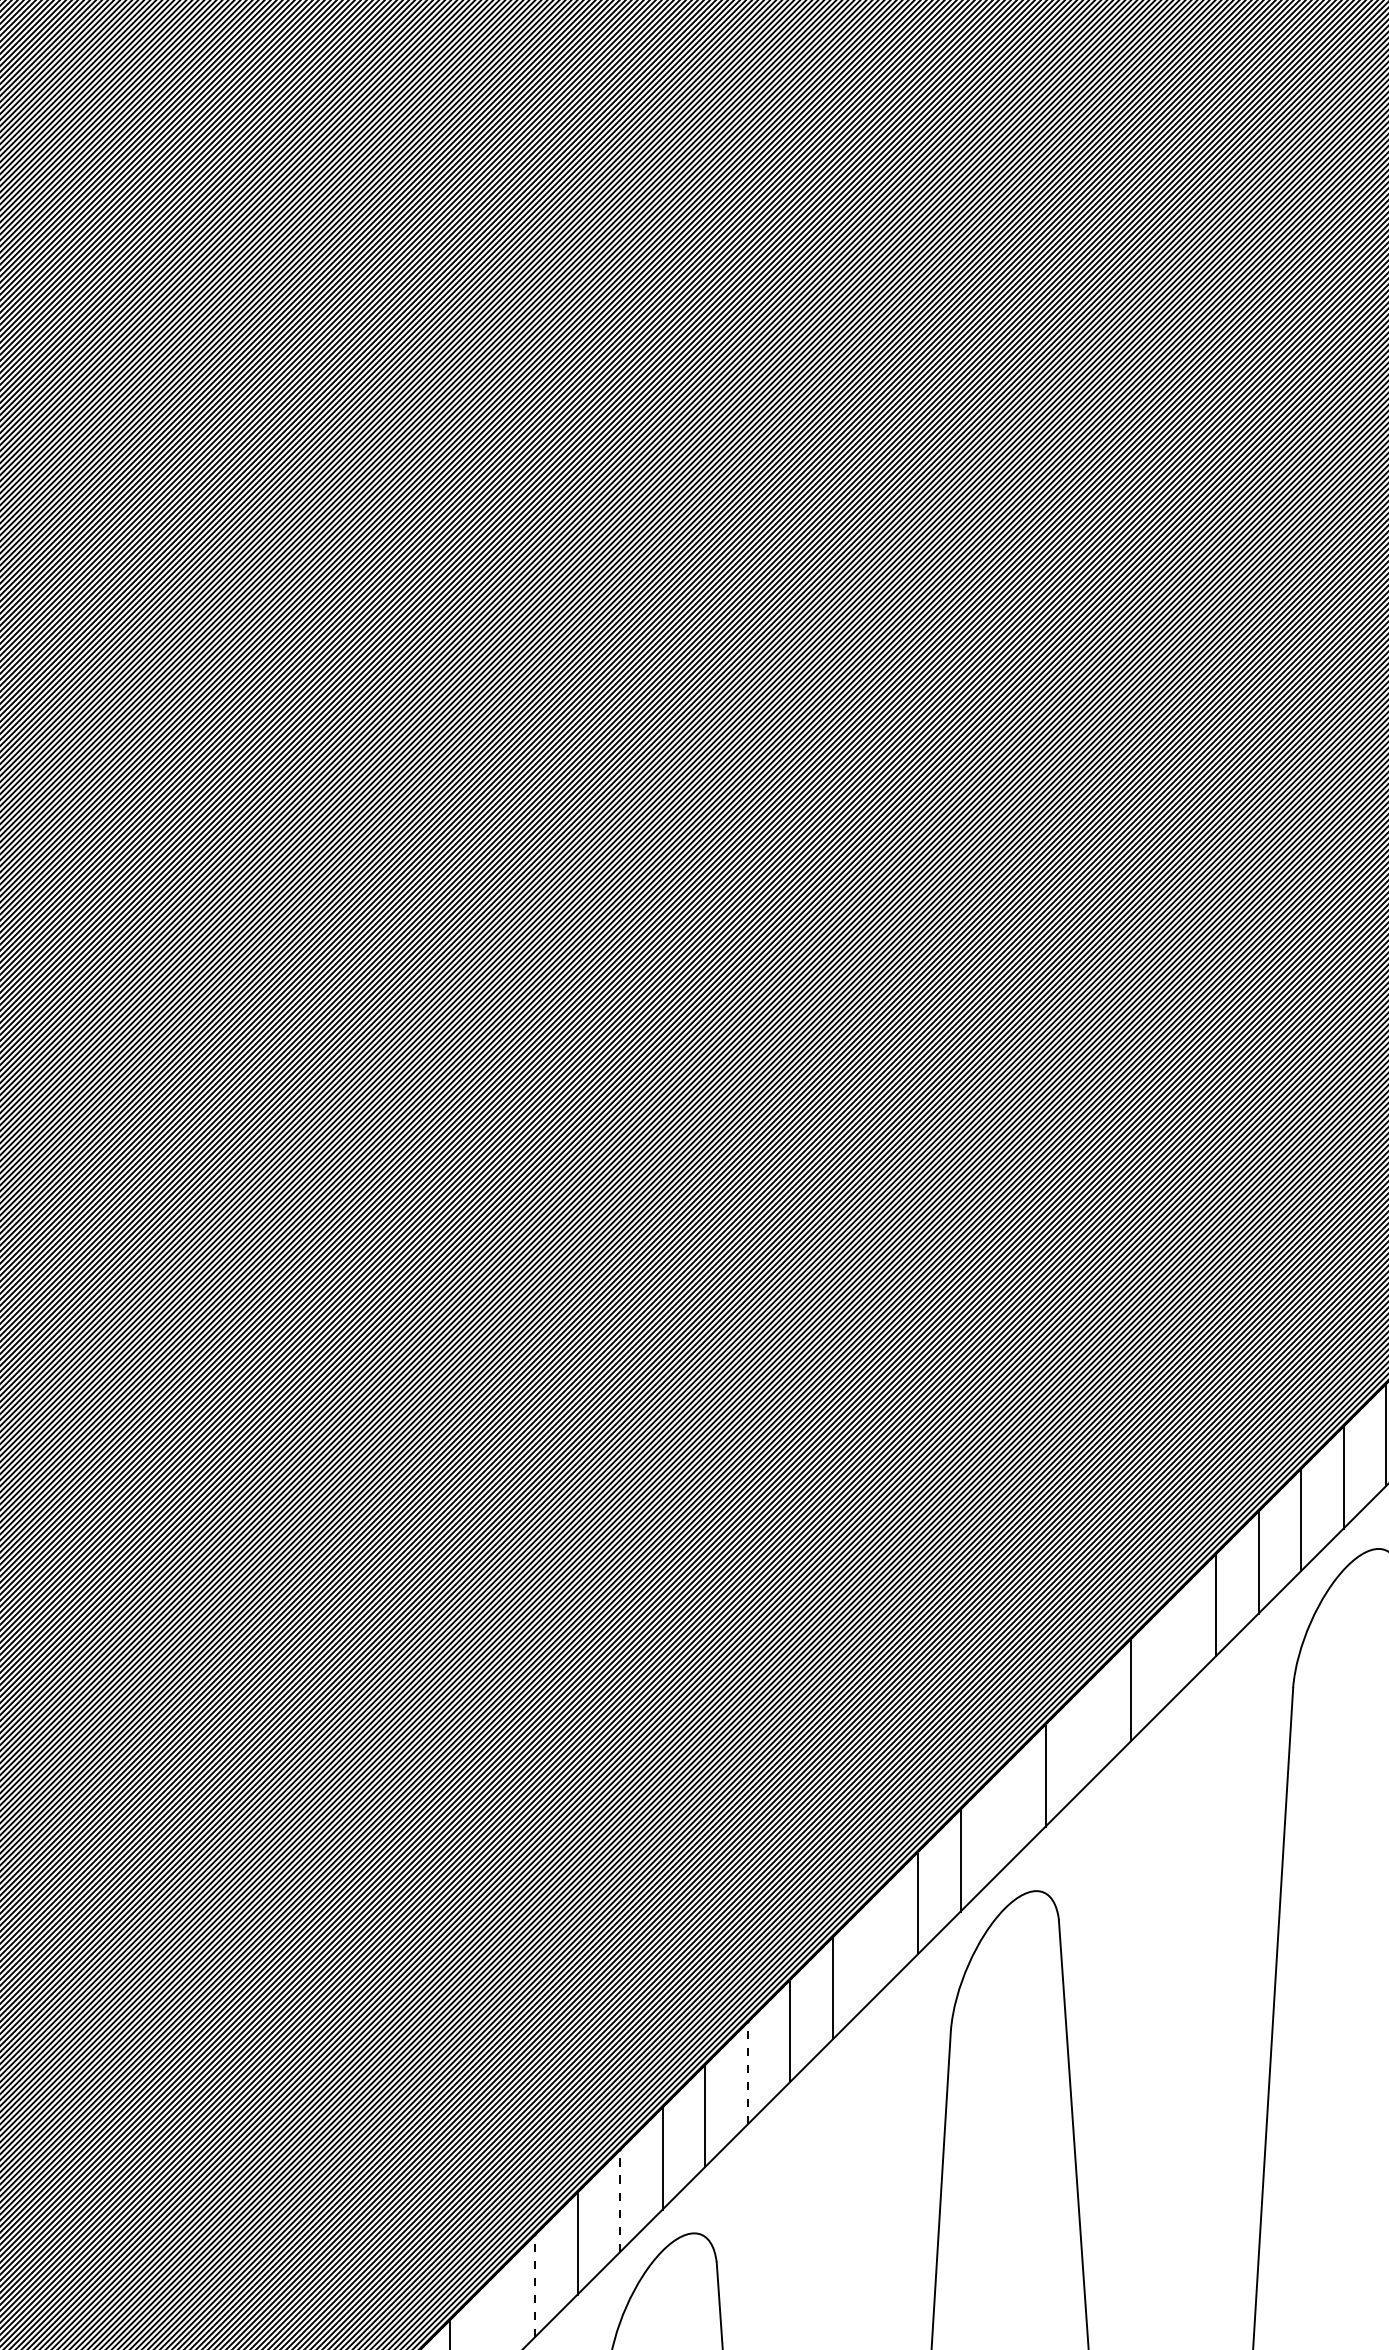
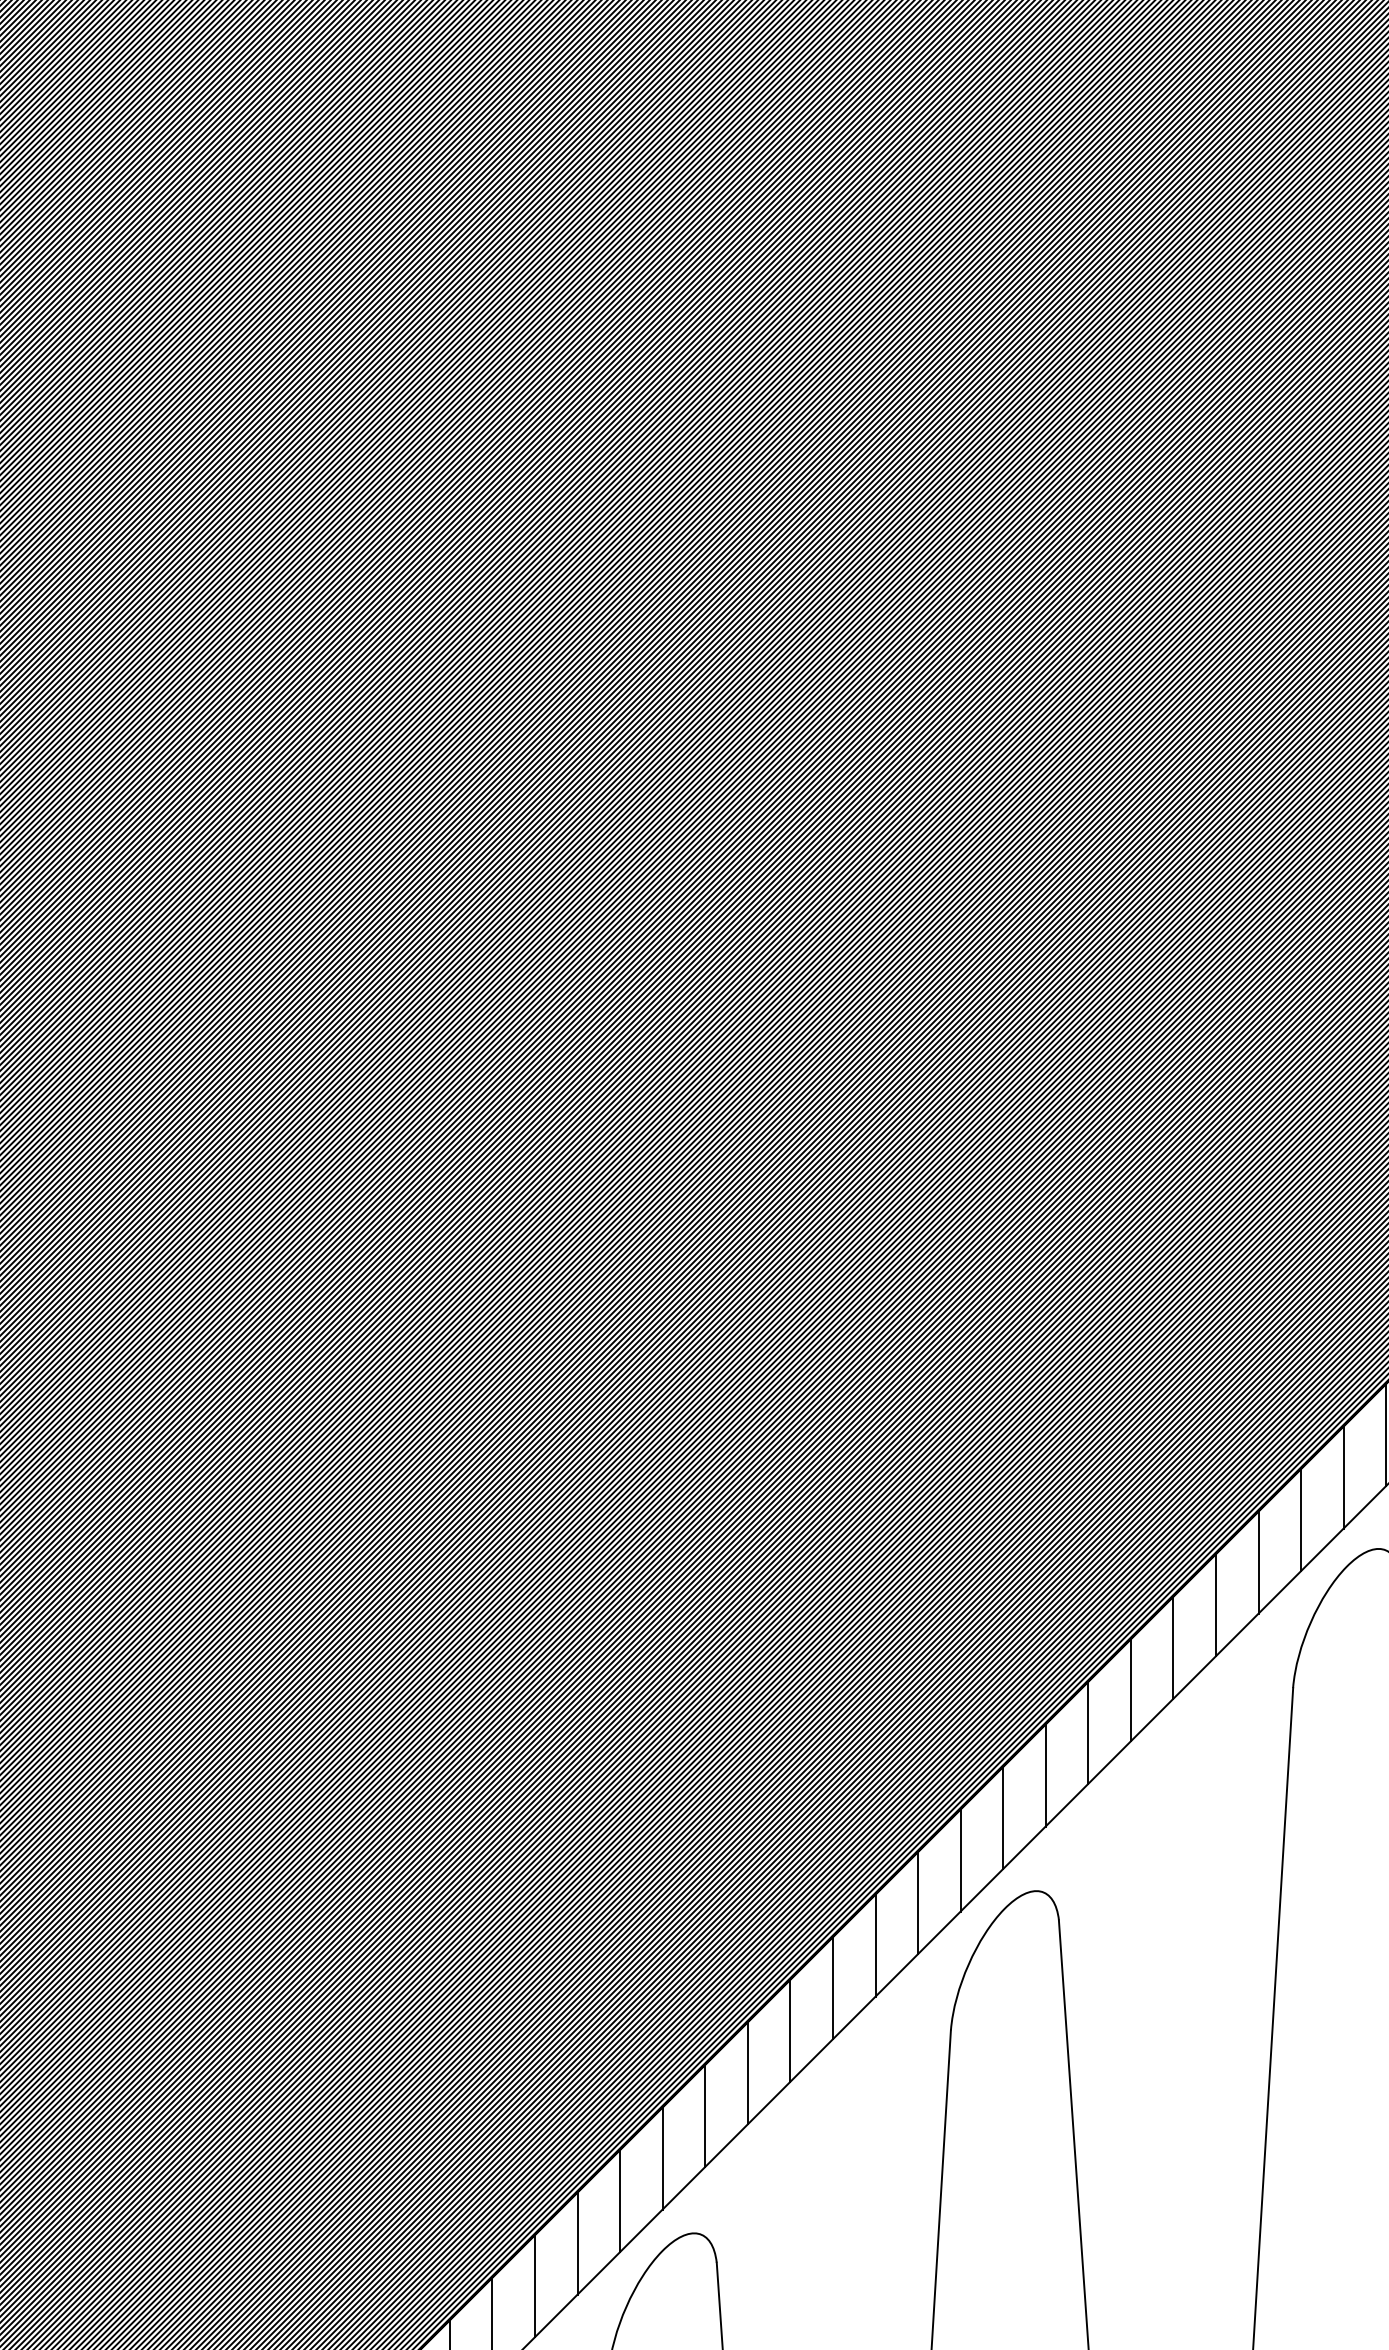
line at (1173, 1647): none -> present
line at (1088, 1732): none -> present
line at (1003, 1817): none -> present
line at (875, 1945): none -> present
line at (747, 2072): dashed -> solid
line at (620, 2200): dashed -> solid
line at (535, 2285): dashed -> solid
line at (492, 2311): none -> present
